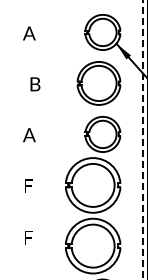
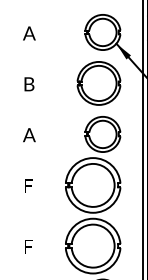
text at (35, 84) position: (35, 84) -> (29, 84)
line at (143, 140): dashed -> solid
text at (28, 237) position: (28, 237) -> (28, 246)
